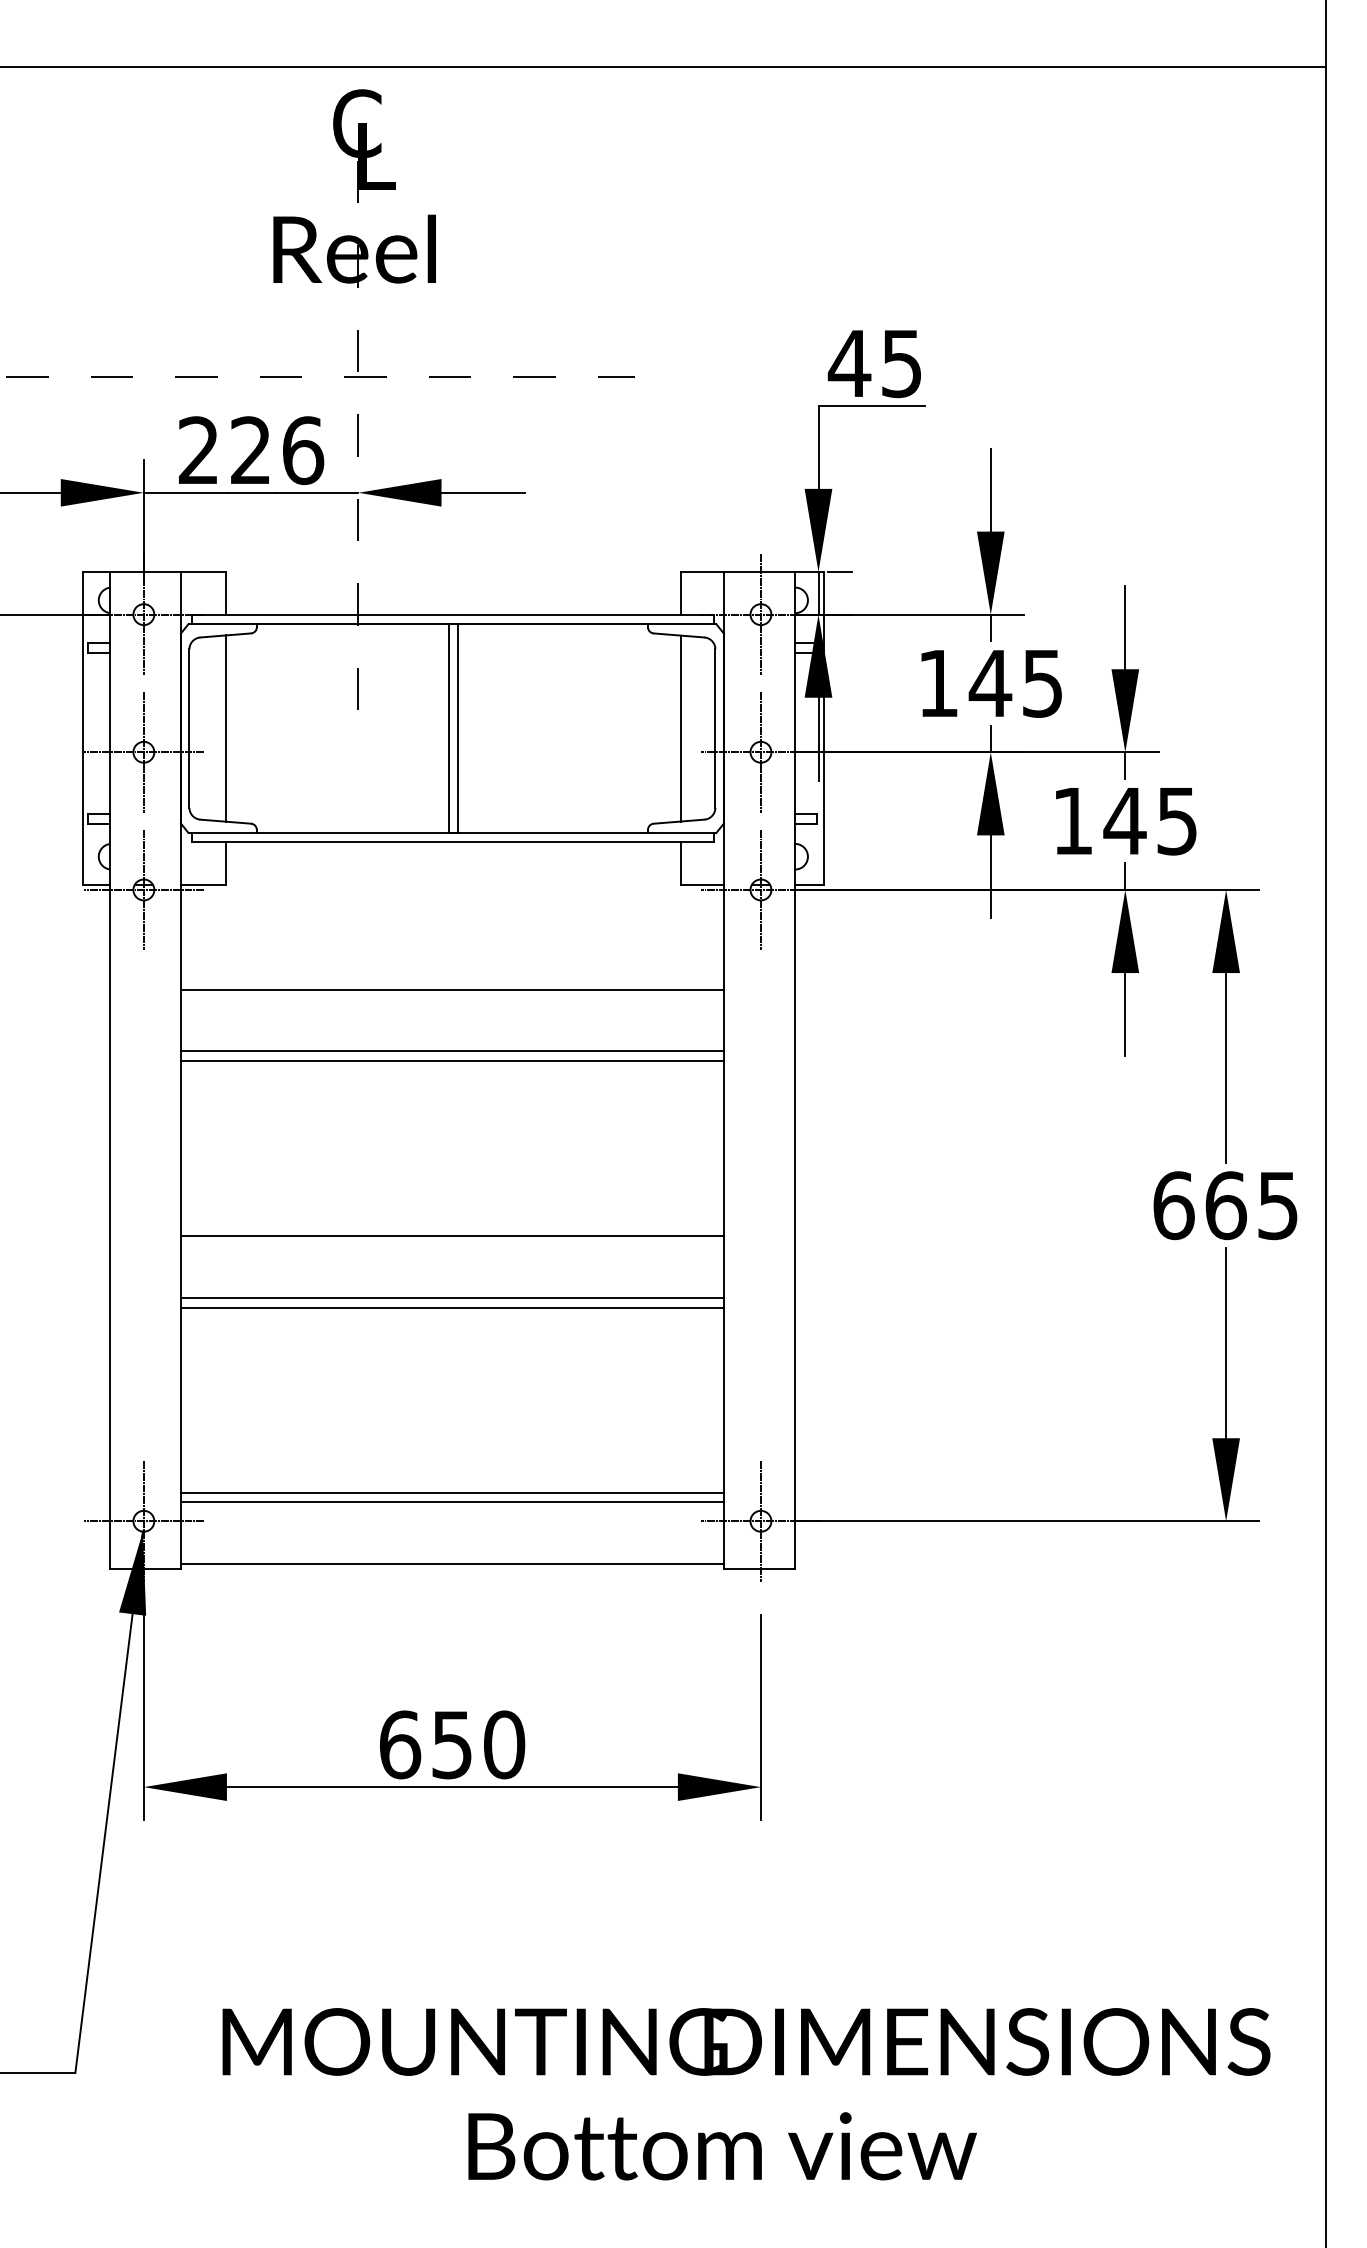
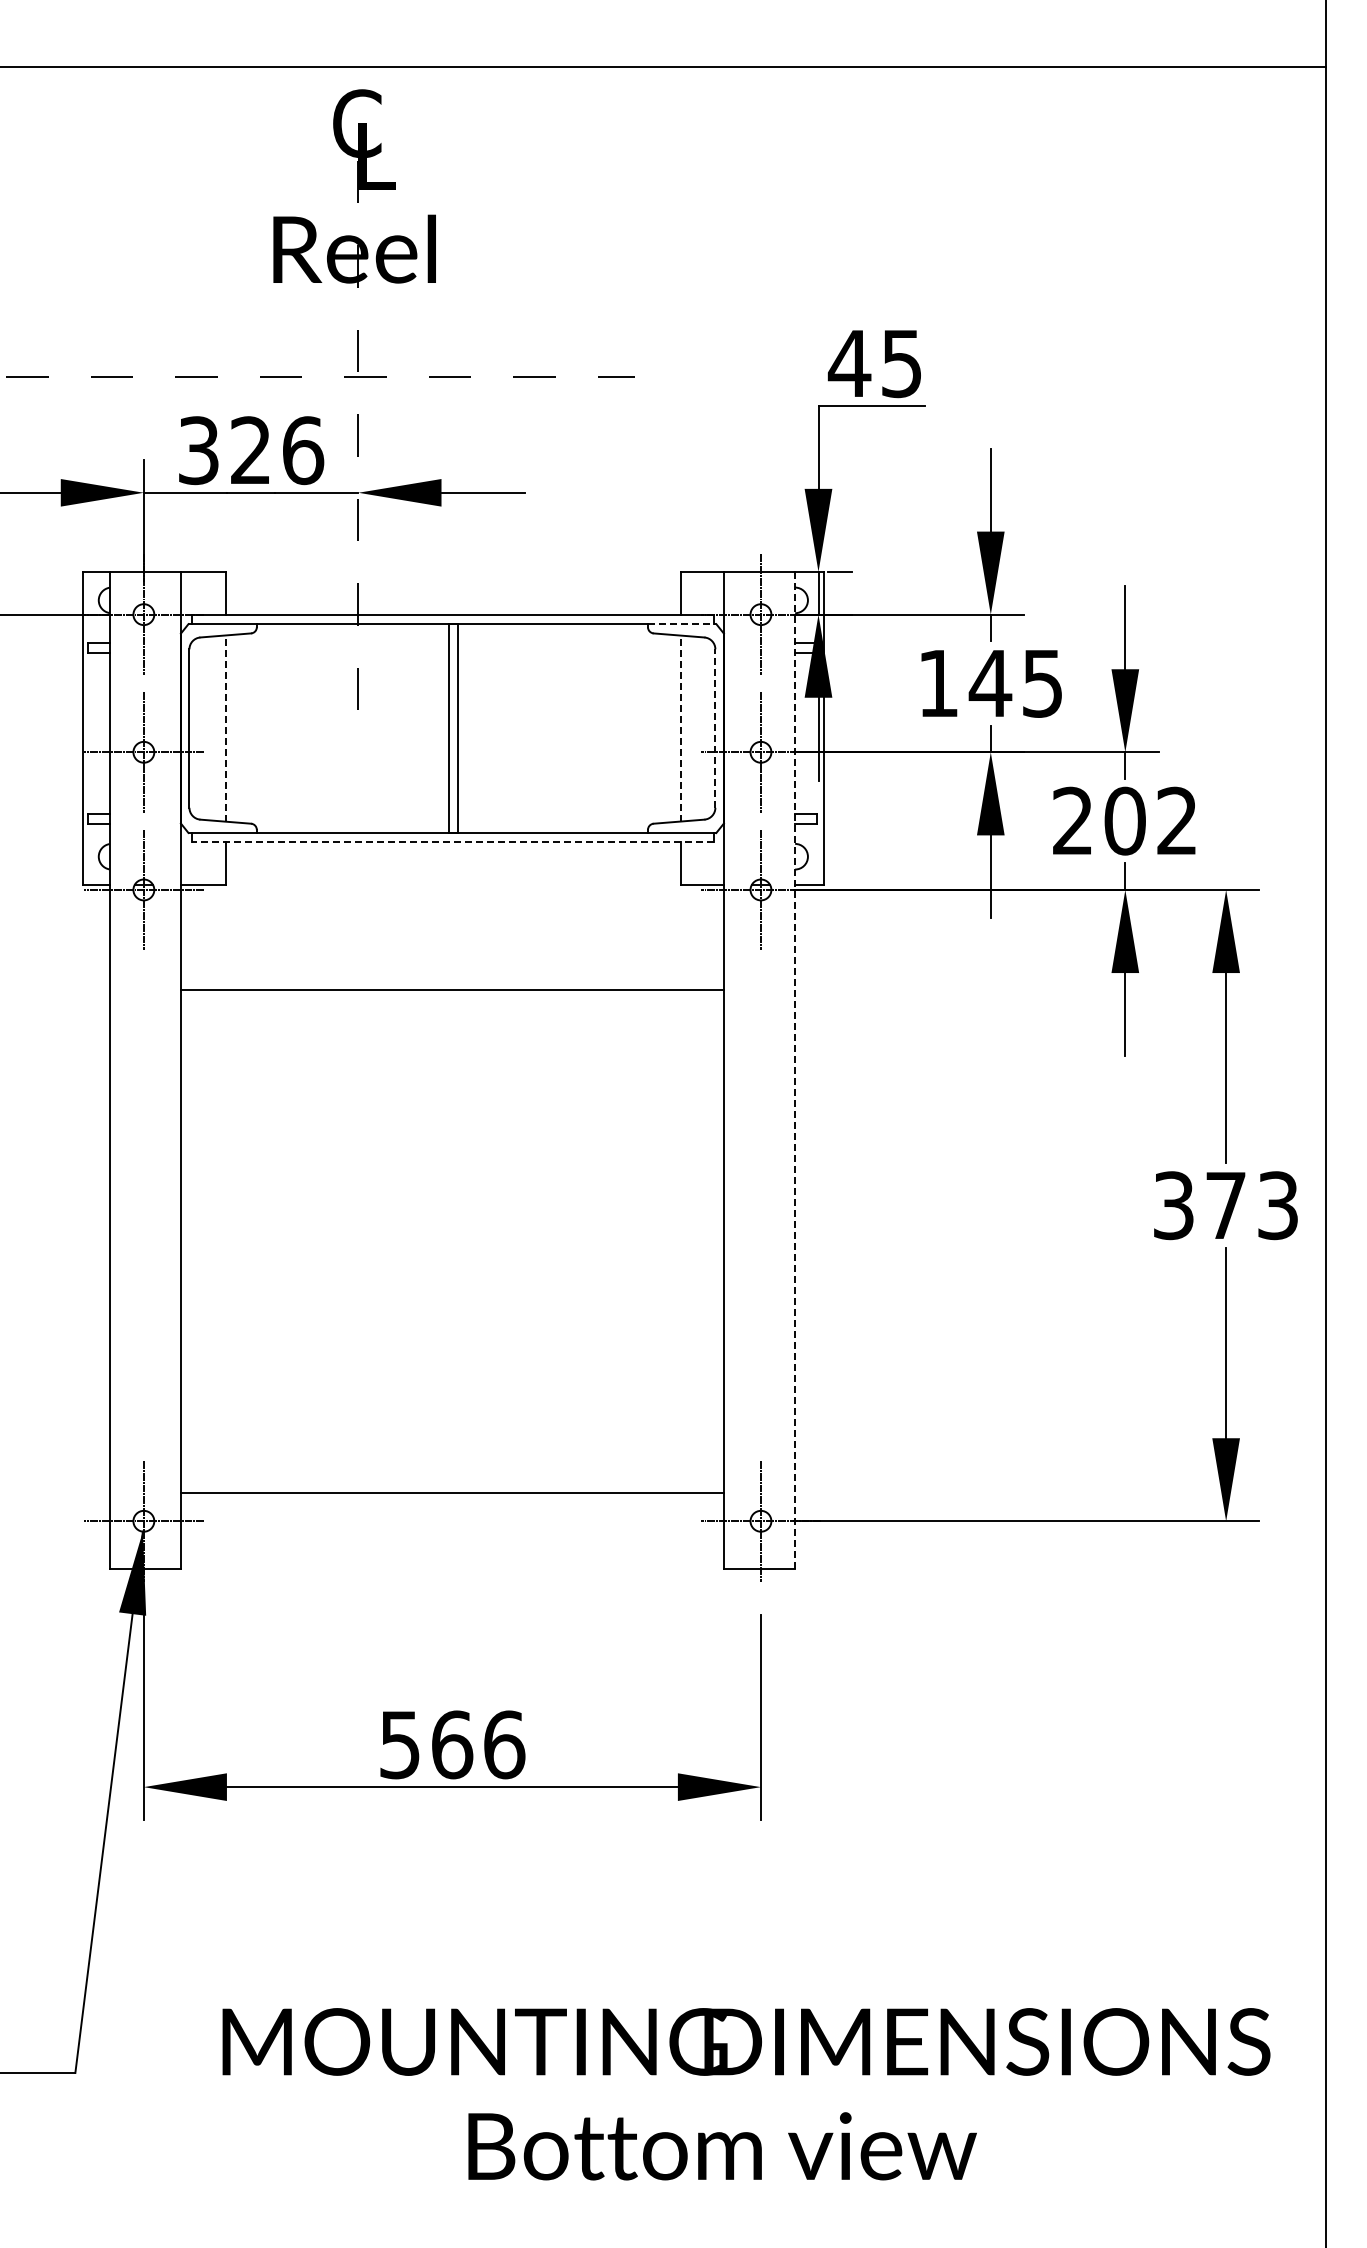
text at (198, 450): 226 -> 326
line at (682, 624): solid -> dashed
line at (225, 728): solid -> dashed
line at (681, 728): solid -> dashed
line at (715, 728): solid -> dashed
text at (1124, 820): 145 -> 202
line at (452, 842): solid -> dashed
line at (451, 1051): present -> none
line at (451, 1060): present -> none
line at (795, 1069): solid -> dashed
text at (1225, 1205): 665 -> 373
line at (451, 1236): present -> none
line at (451, 1298): present -> none
line at (451, 1307): present -> none
line at (451, 1502): present -> none
line at (451, 1564): present -> none
text at (452, 1744): 650 -> 566
